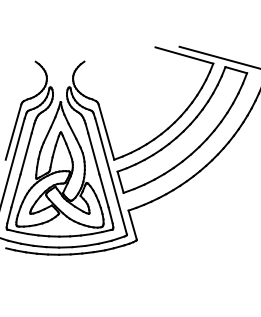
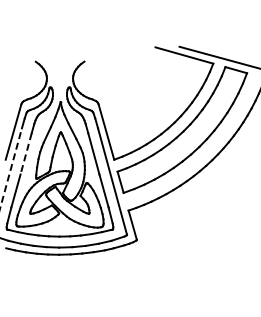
line at (26, 154): solid -> dashed
line at (11, 168): solid -> dashed
